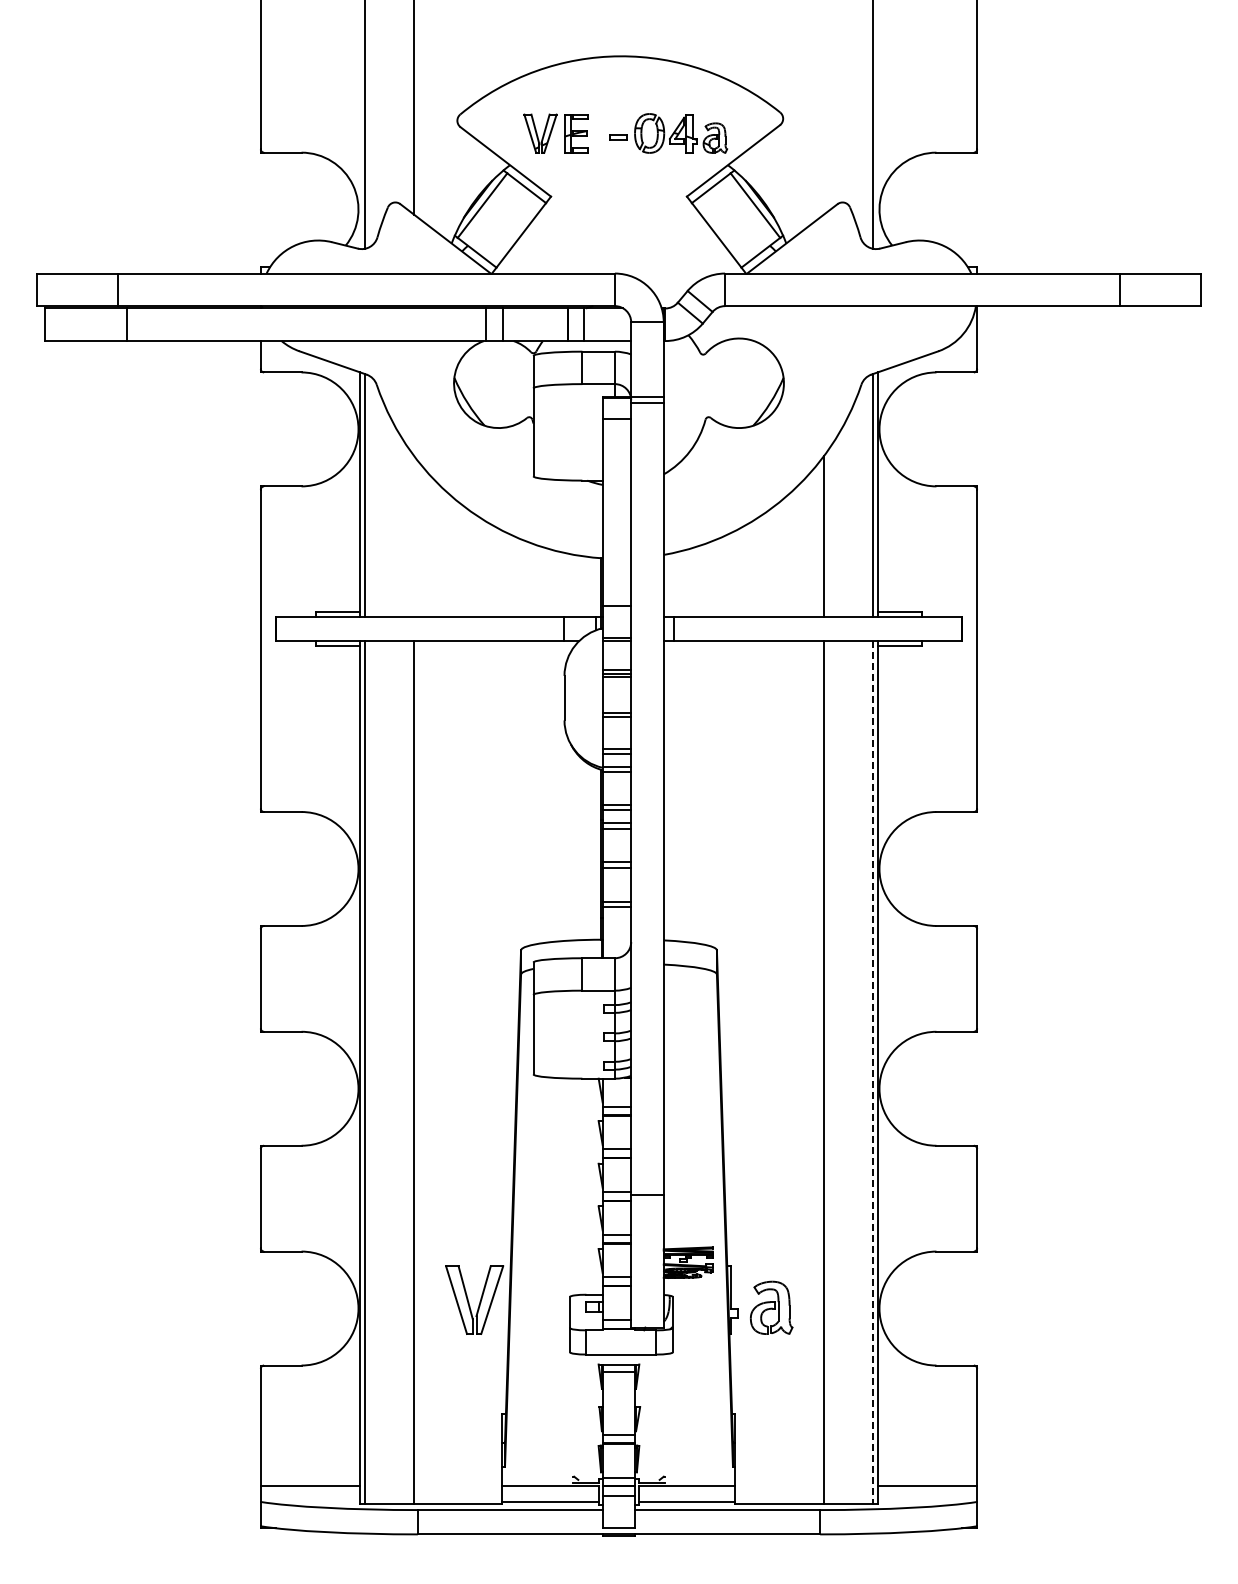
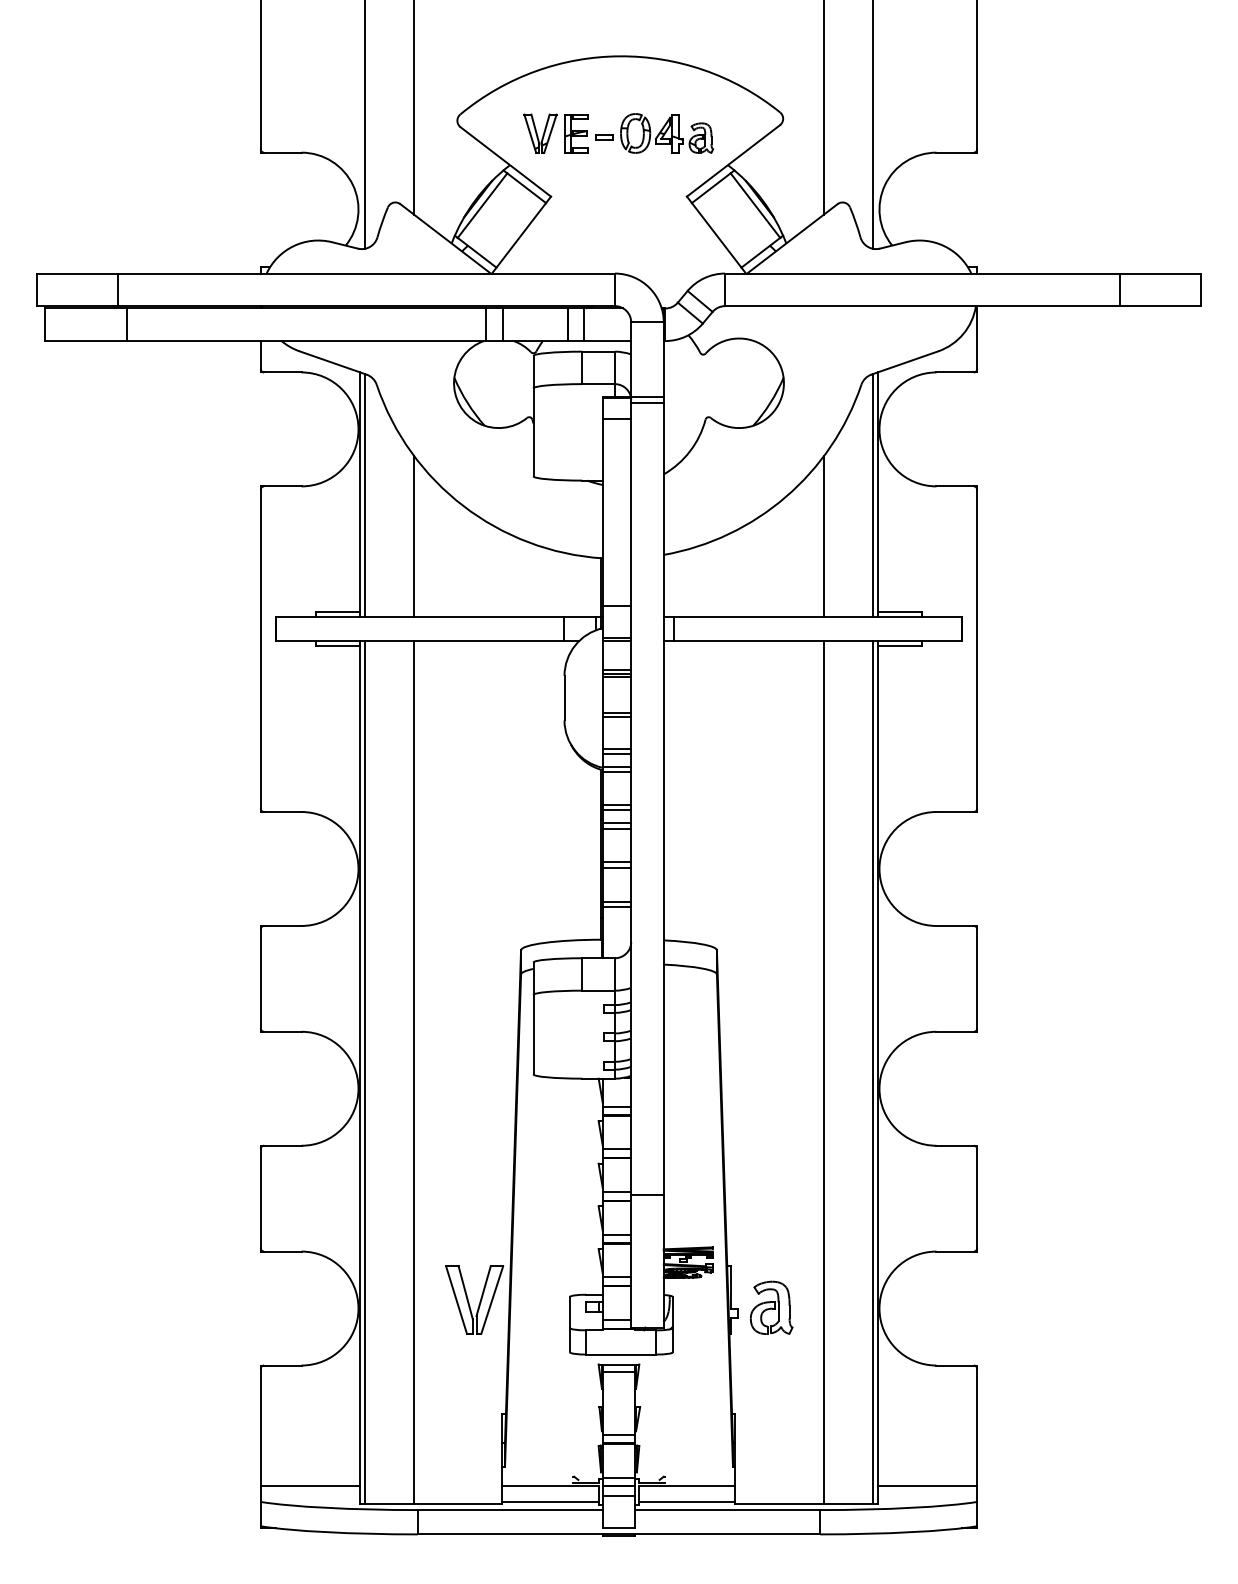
line at (823, 108): none -> present
part at (668, 133) position: (668, 133) -> (654, 133)
line at (414, 536): none -> present
line at (872, 1072): dashed -> solid
